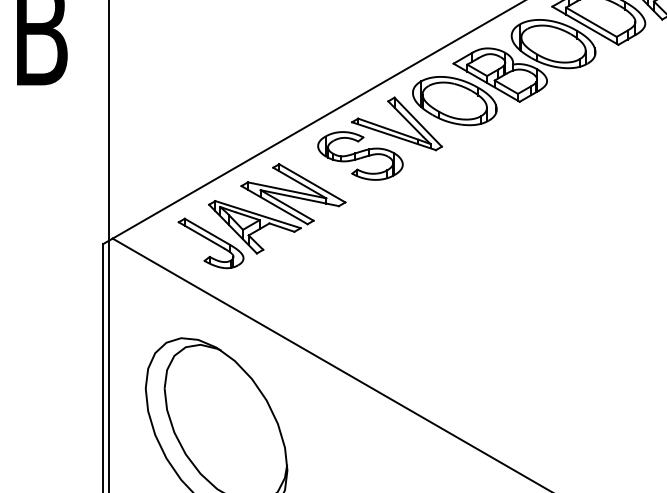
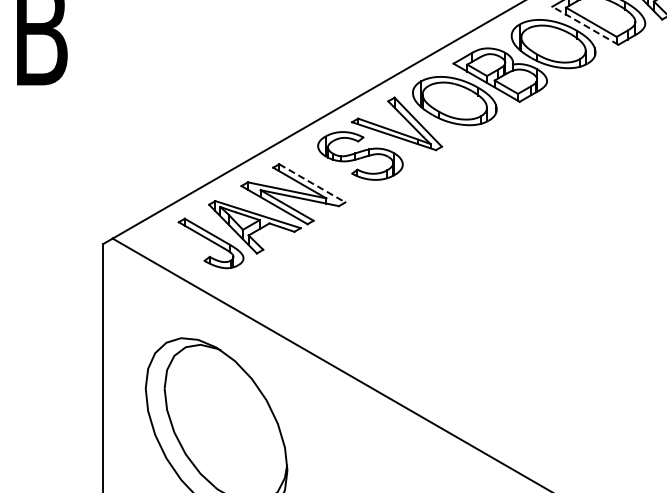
line at (584, 25): solid -> dashed
line at (312, 183): solid -> dashed
line at (108, 245): present -> none
